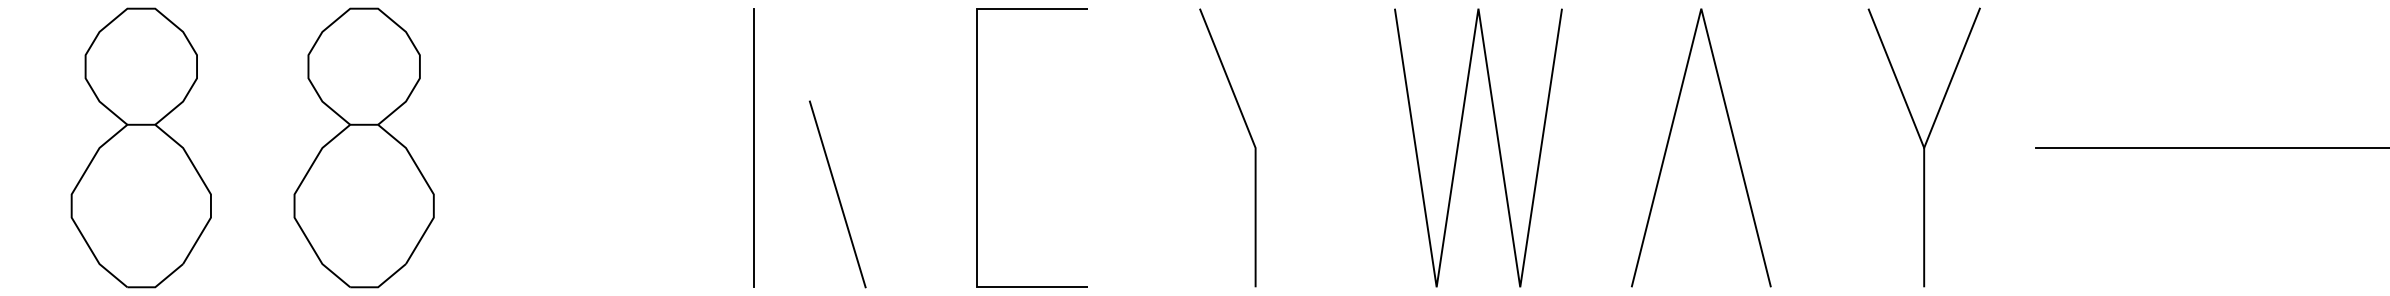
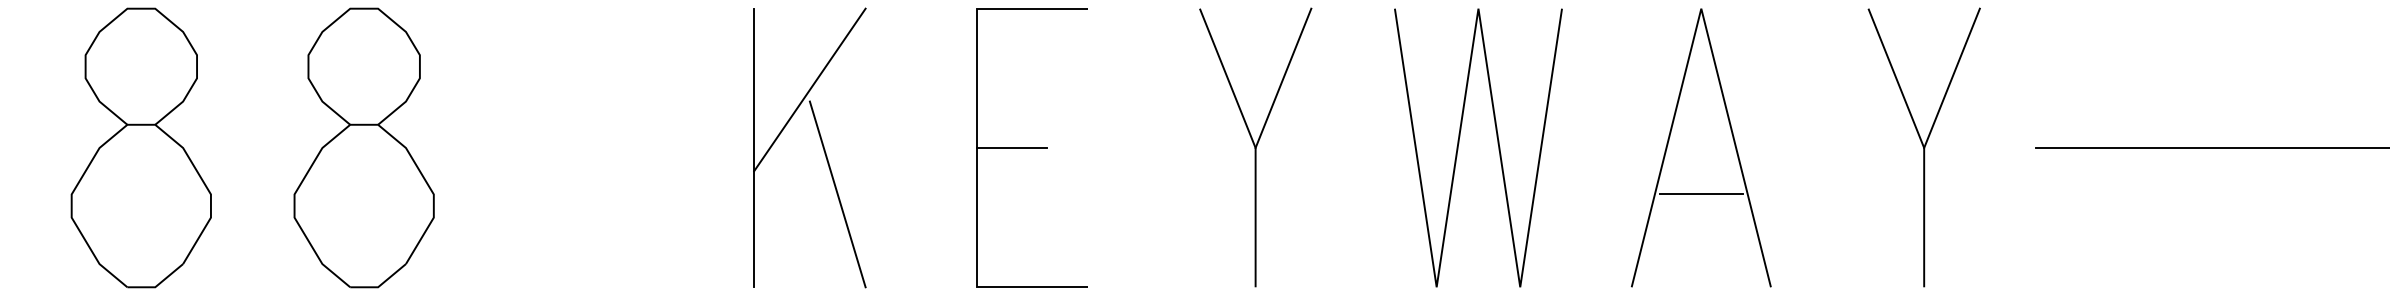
line at (1283, 77): none -> present
line at (809, 89): none -> present
line at (1011, 147): none -> present
line at (1701, 194): none -> present
